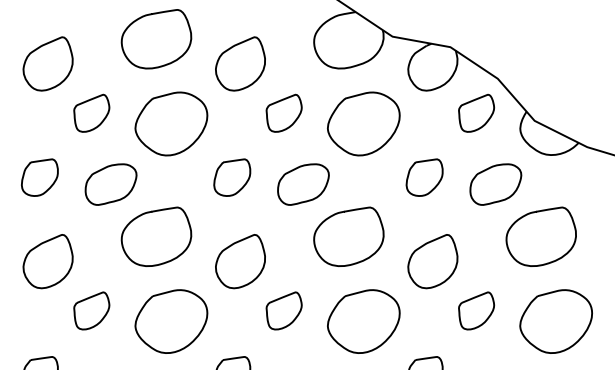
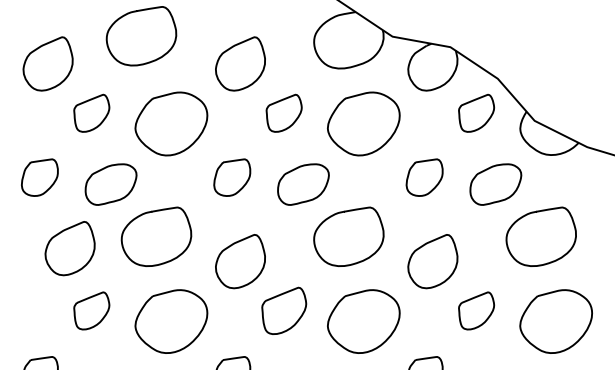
curve at (151, 15) position: (151, 15) -> (136, 12)
part at (47, 261) position: (47, 261) -> (69, 248)
part at (283, 310) size: 38x40 px -> 47x49 px
